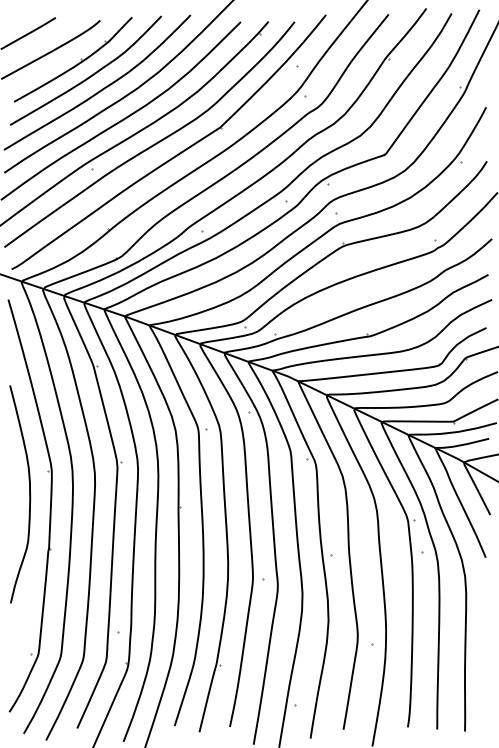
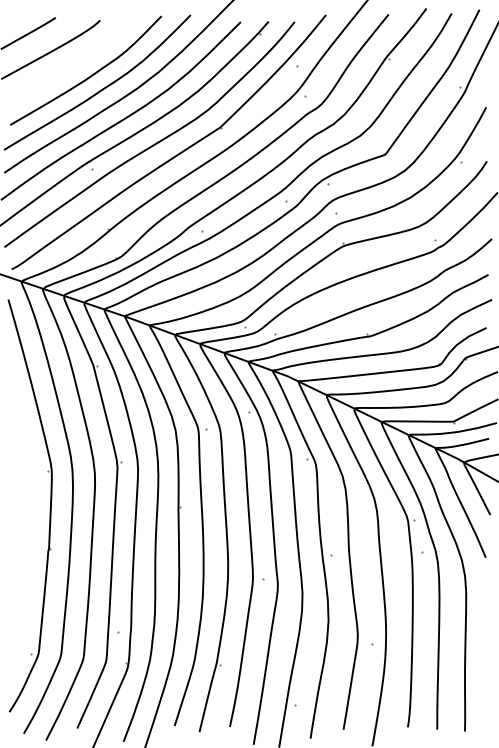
part at (73, 59): present -> none
curve at (29, 494): present -> none
